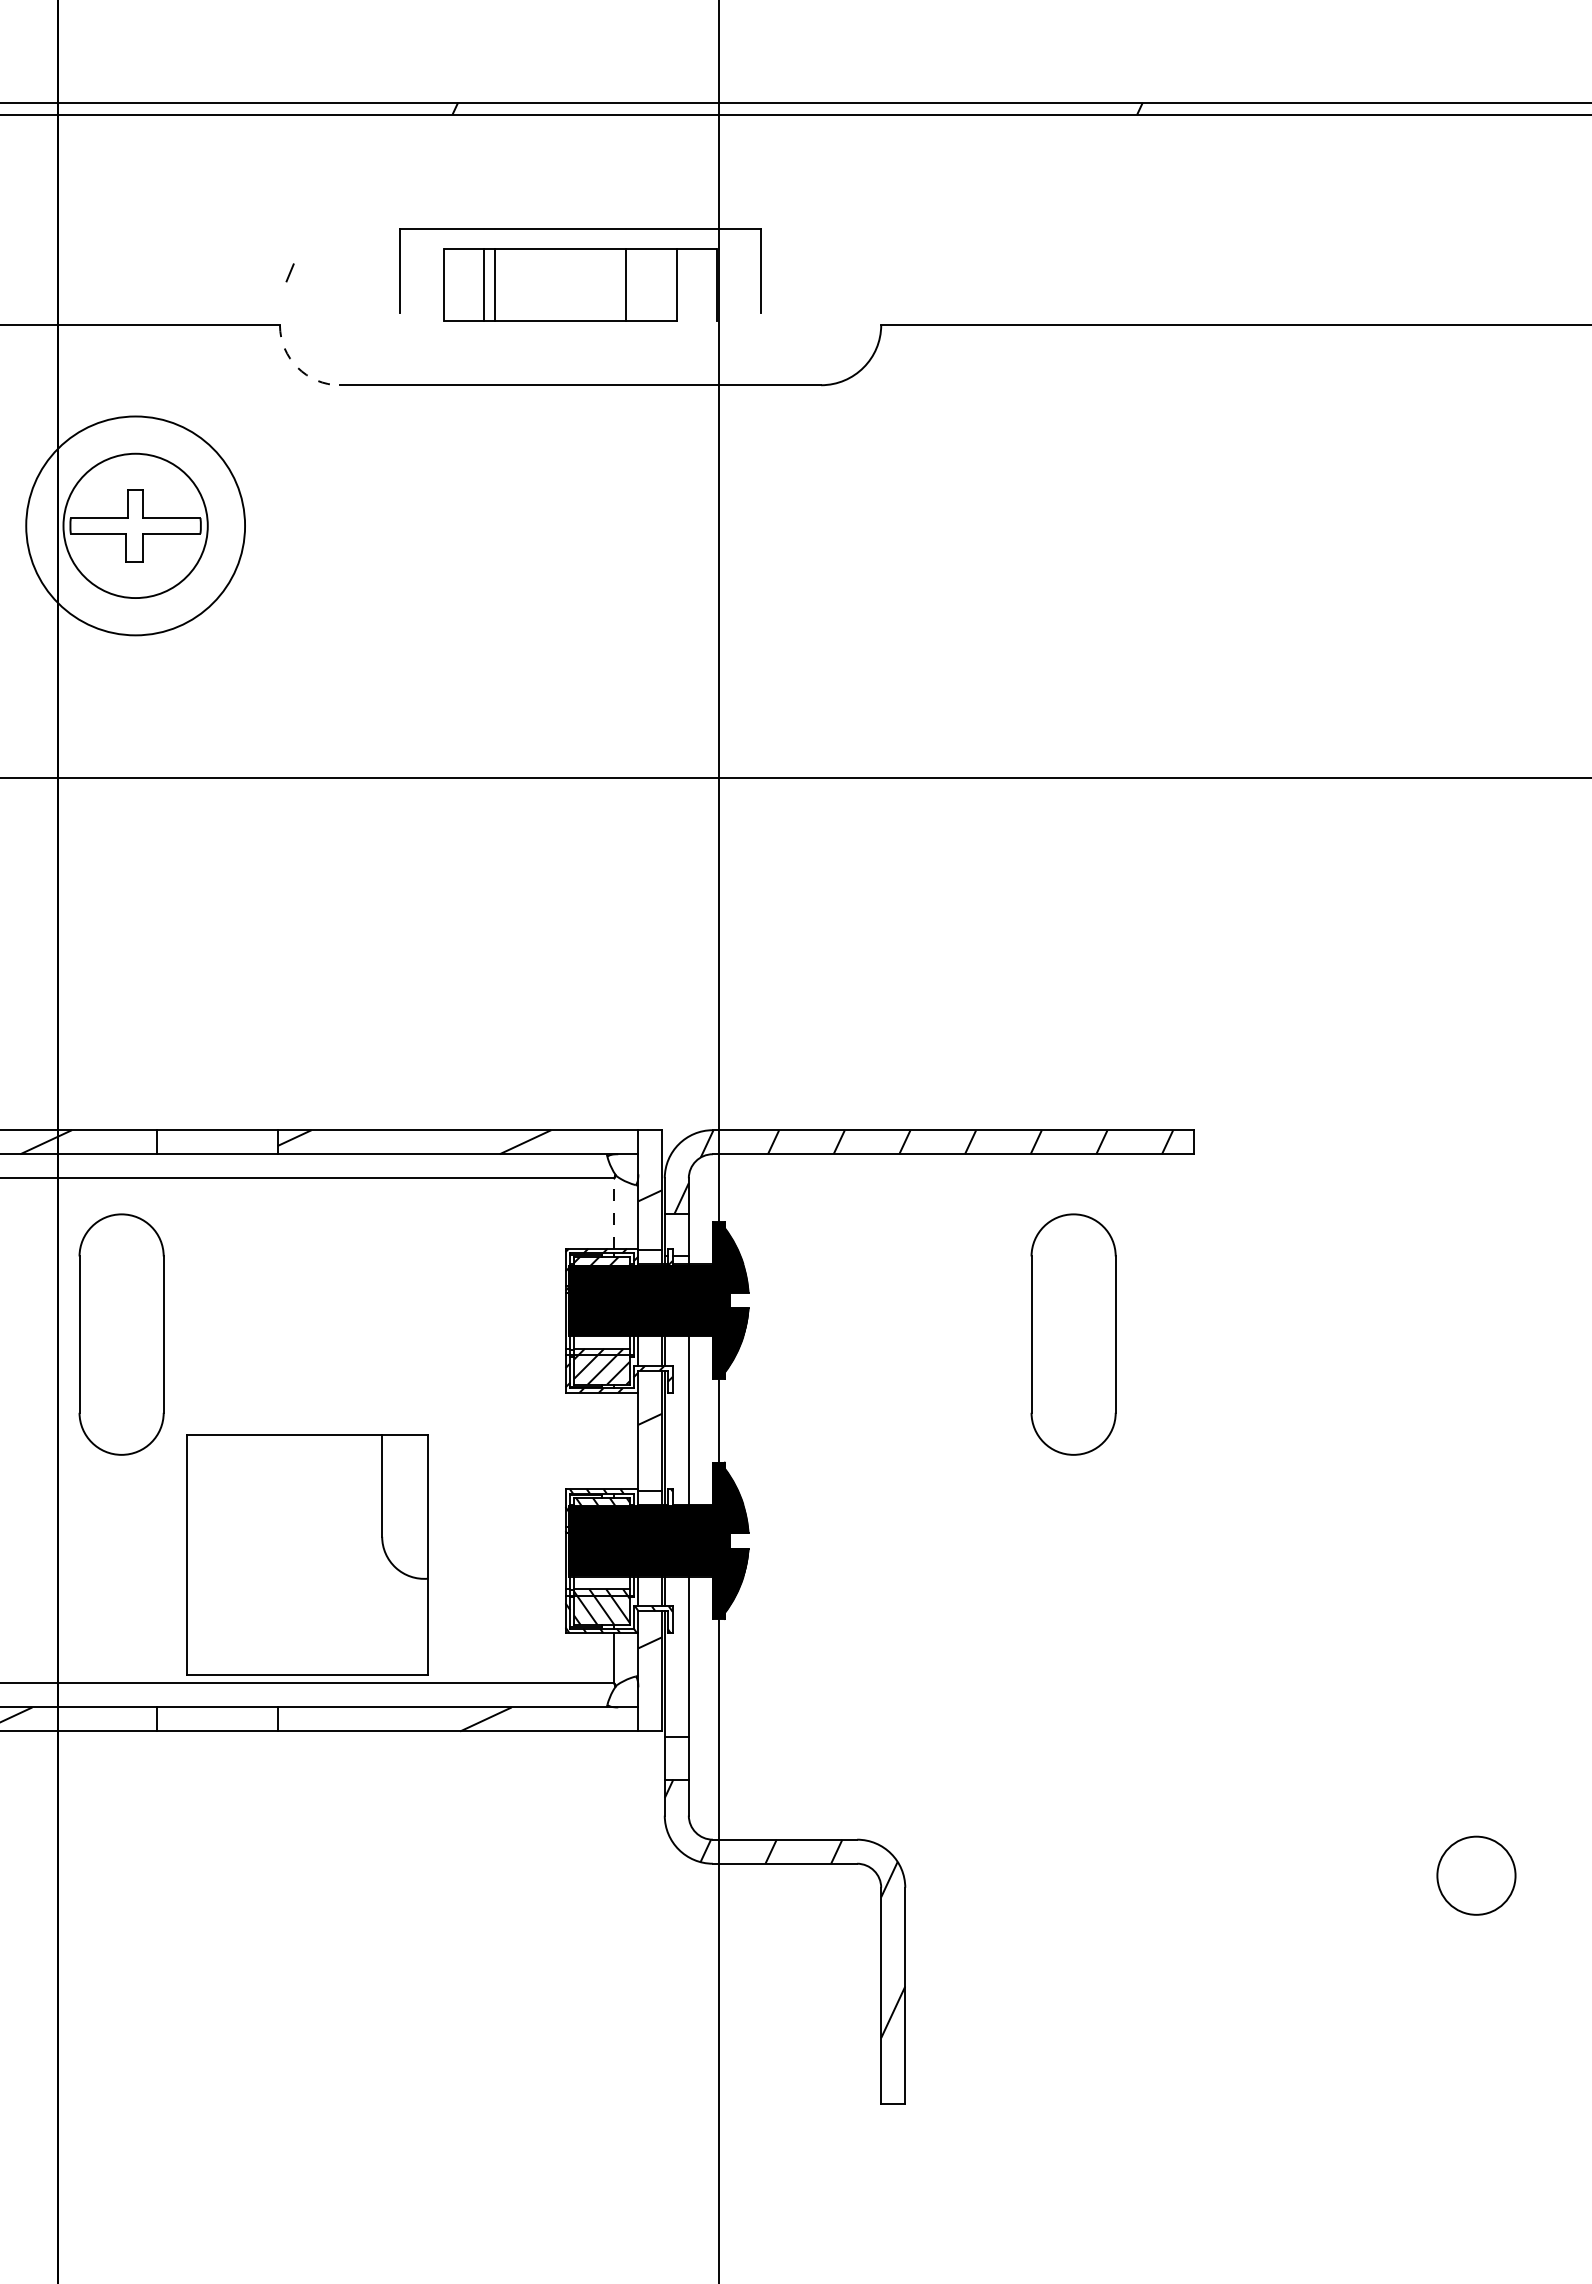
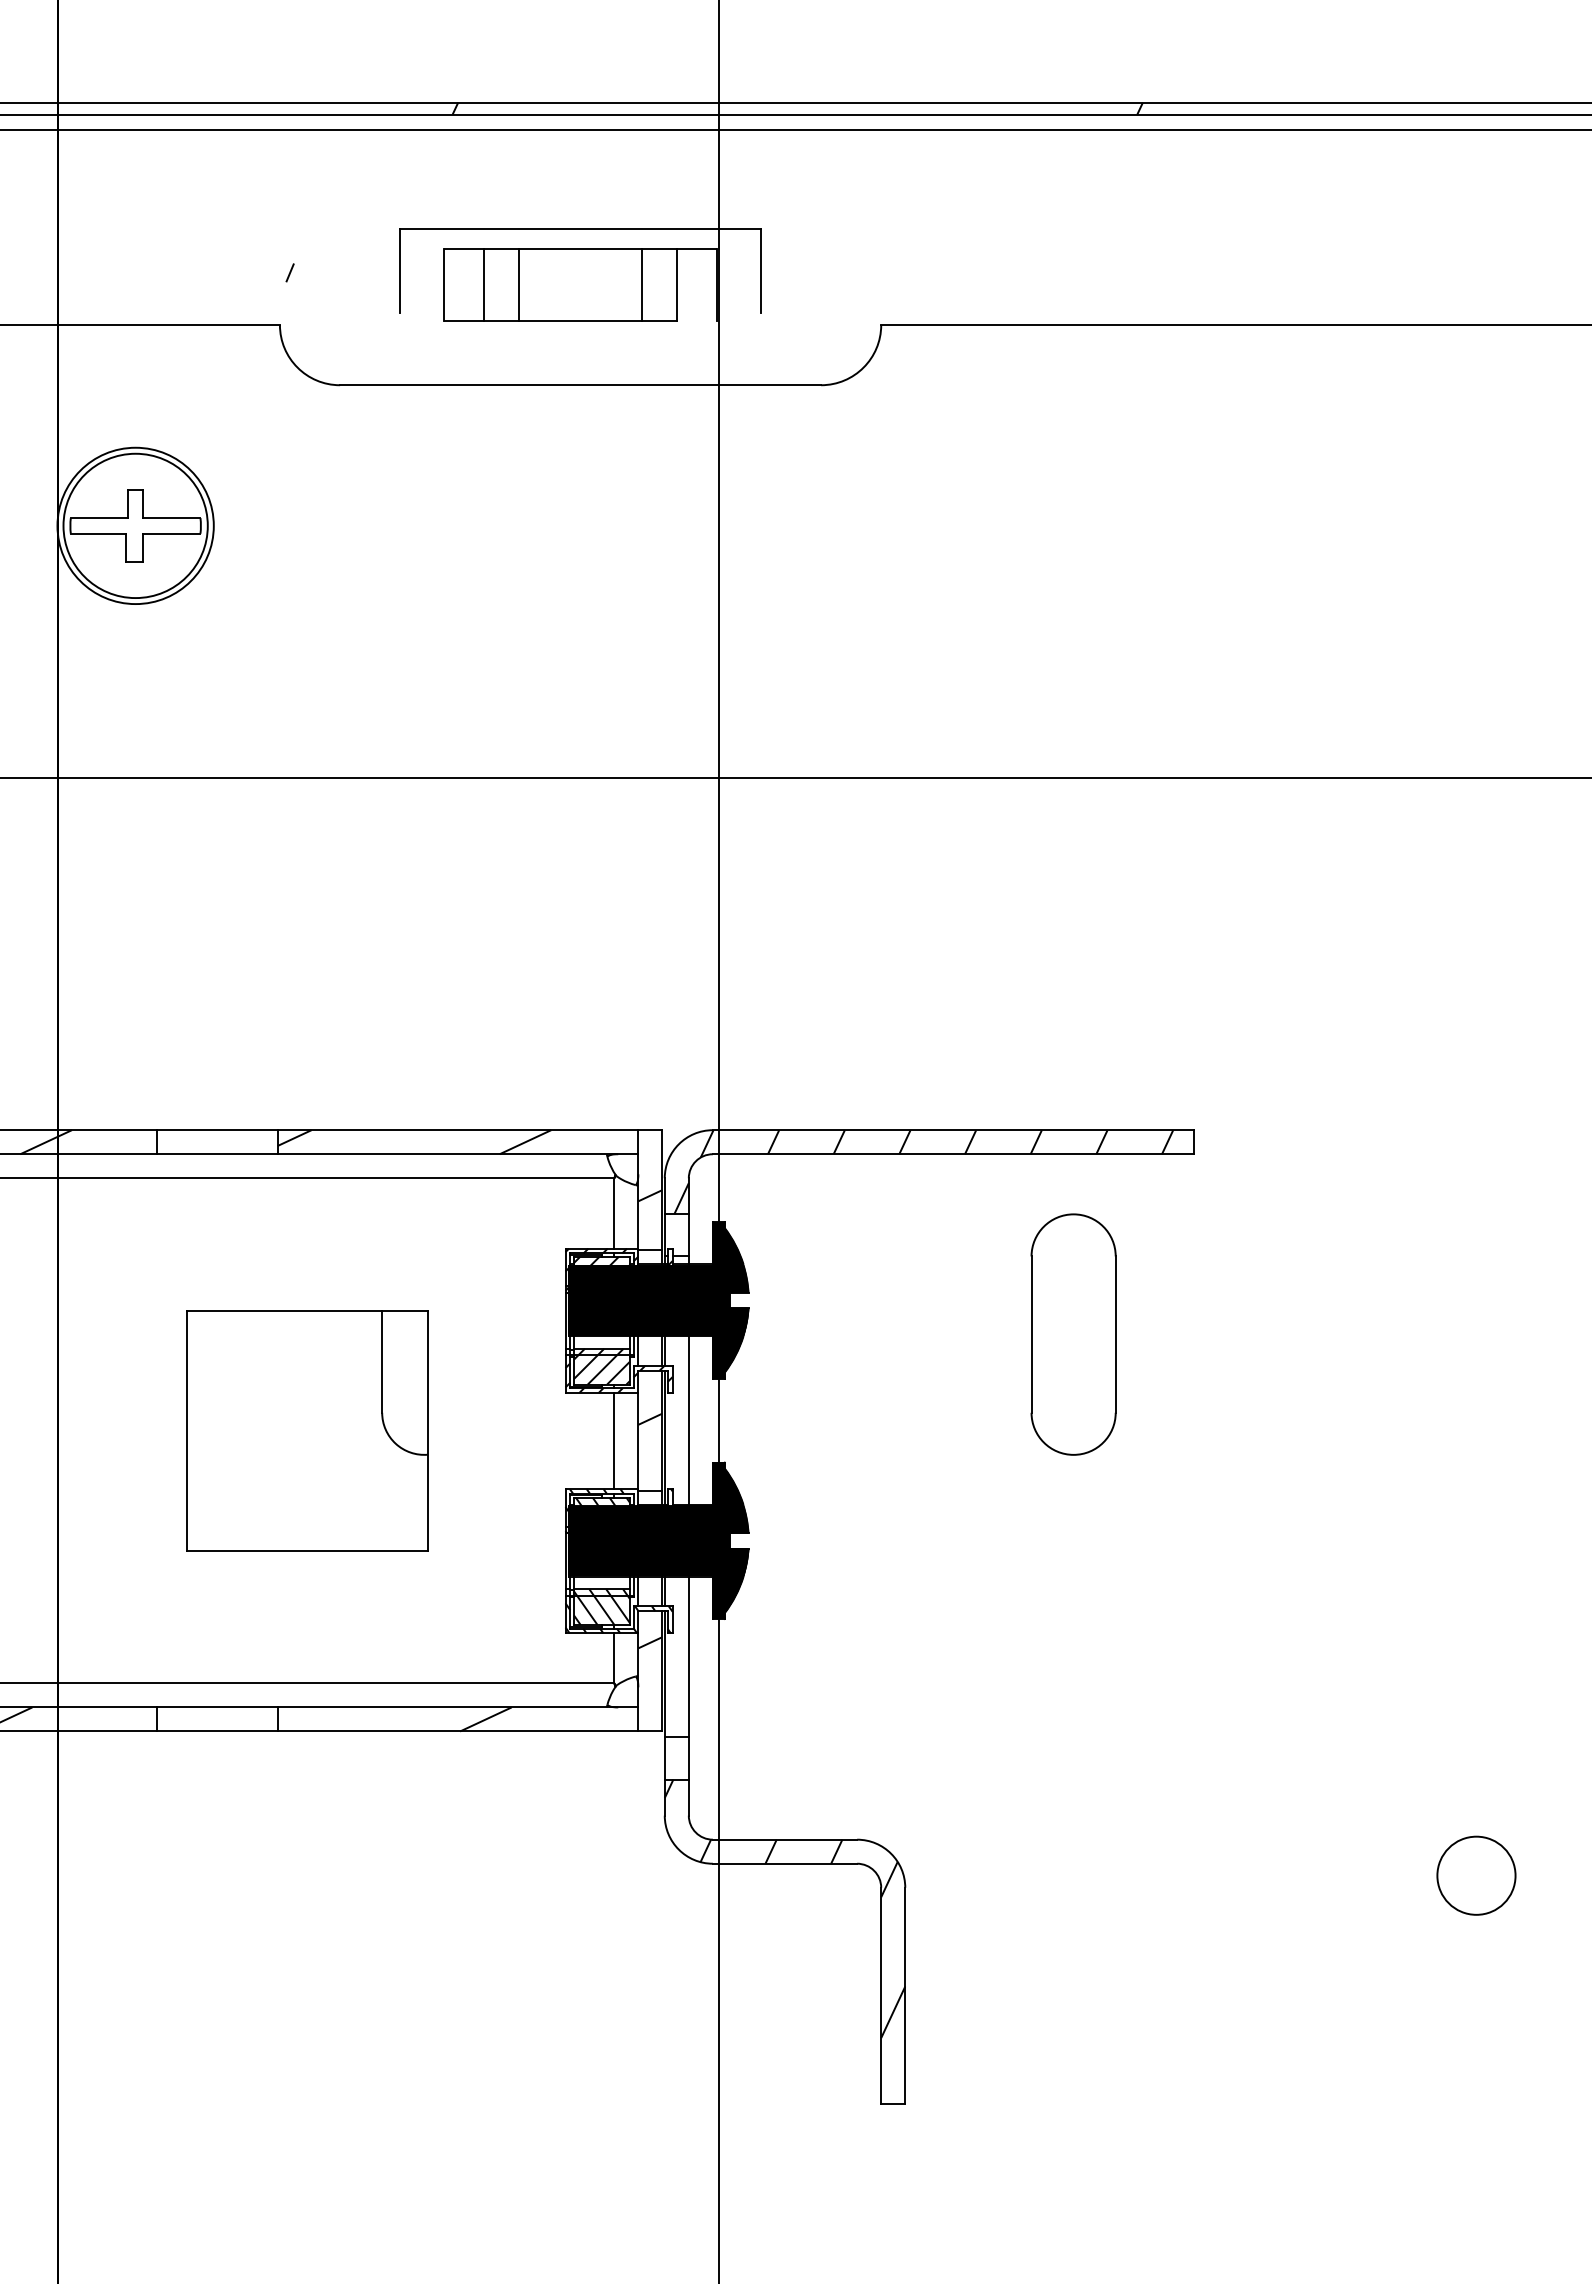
line at (795, 130): none -> present
line at (494, 285) position: (494, 285) -> (518, 285)
line at (626, 285) position: (626, 285) -> (642, 285)
arc at (297, 367): dashed -> solid
circle at (135, 525) diameter: 219 px -> 156 px
line at (614, 1212): dashed -> solid
part at (121, 1334): present -> none
line at (614, 1440): none -> present
part at (307, 1554) position: (307, 1554) -> (307, 1430)
